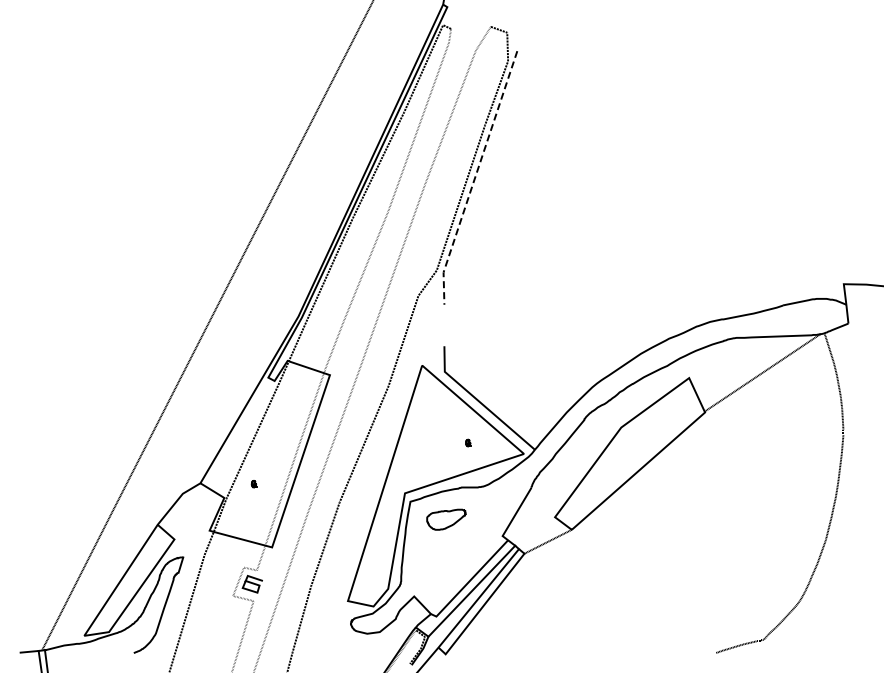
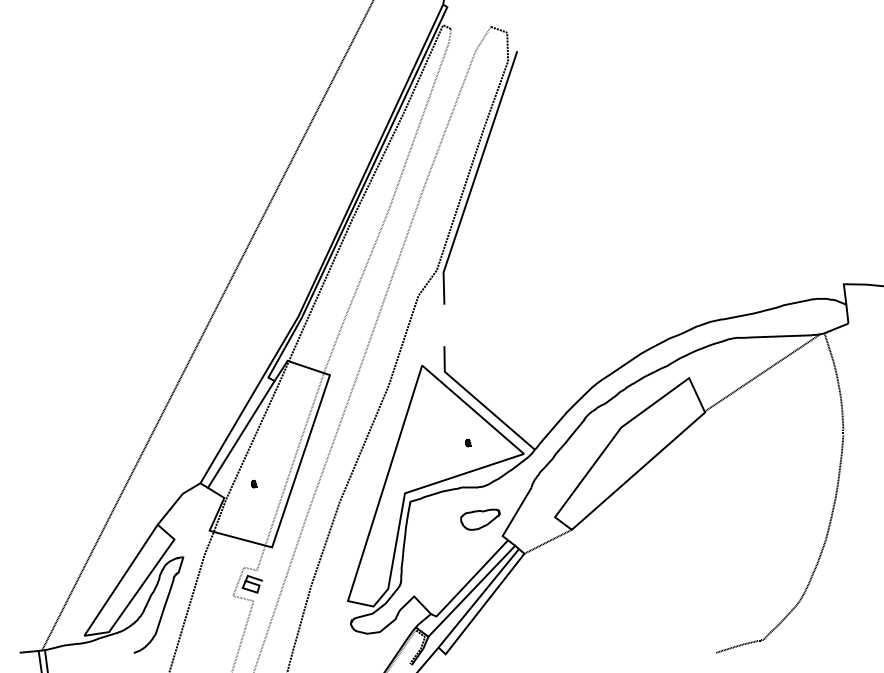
line at (475, 177): dashed -> solid
line at (241, 434): none -> present
part at (446, 519) position: (446, 519) -> (480, 519)
